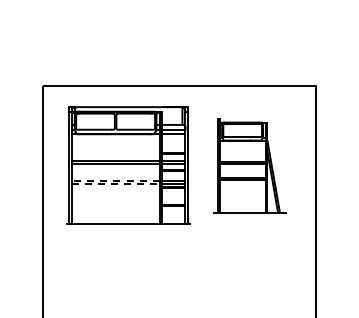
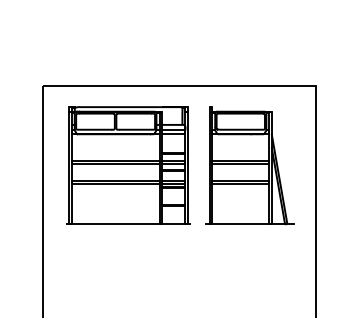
part at (249, 165) size: 74x96 px -> 90x120 px
line at (71, 182): dashed -> solid
